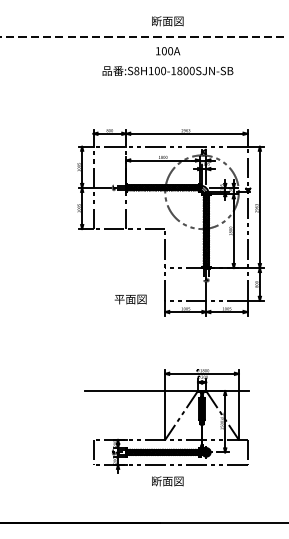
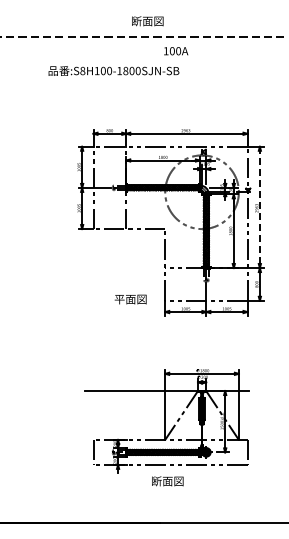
text at (167, 21) position: (167, 21) -> (147, 21)
text at (168, 51) position: (168, 51) -> (176, 51)
text at (167, 70) position: (167, 70) -> (113, 70)
line at (259, 207): solid -> dashed
